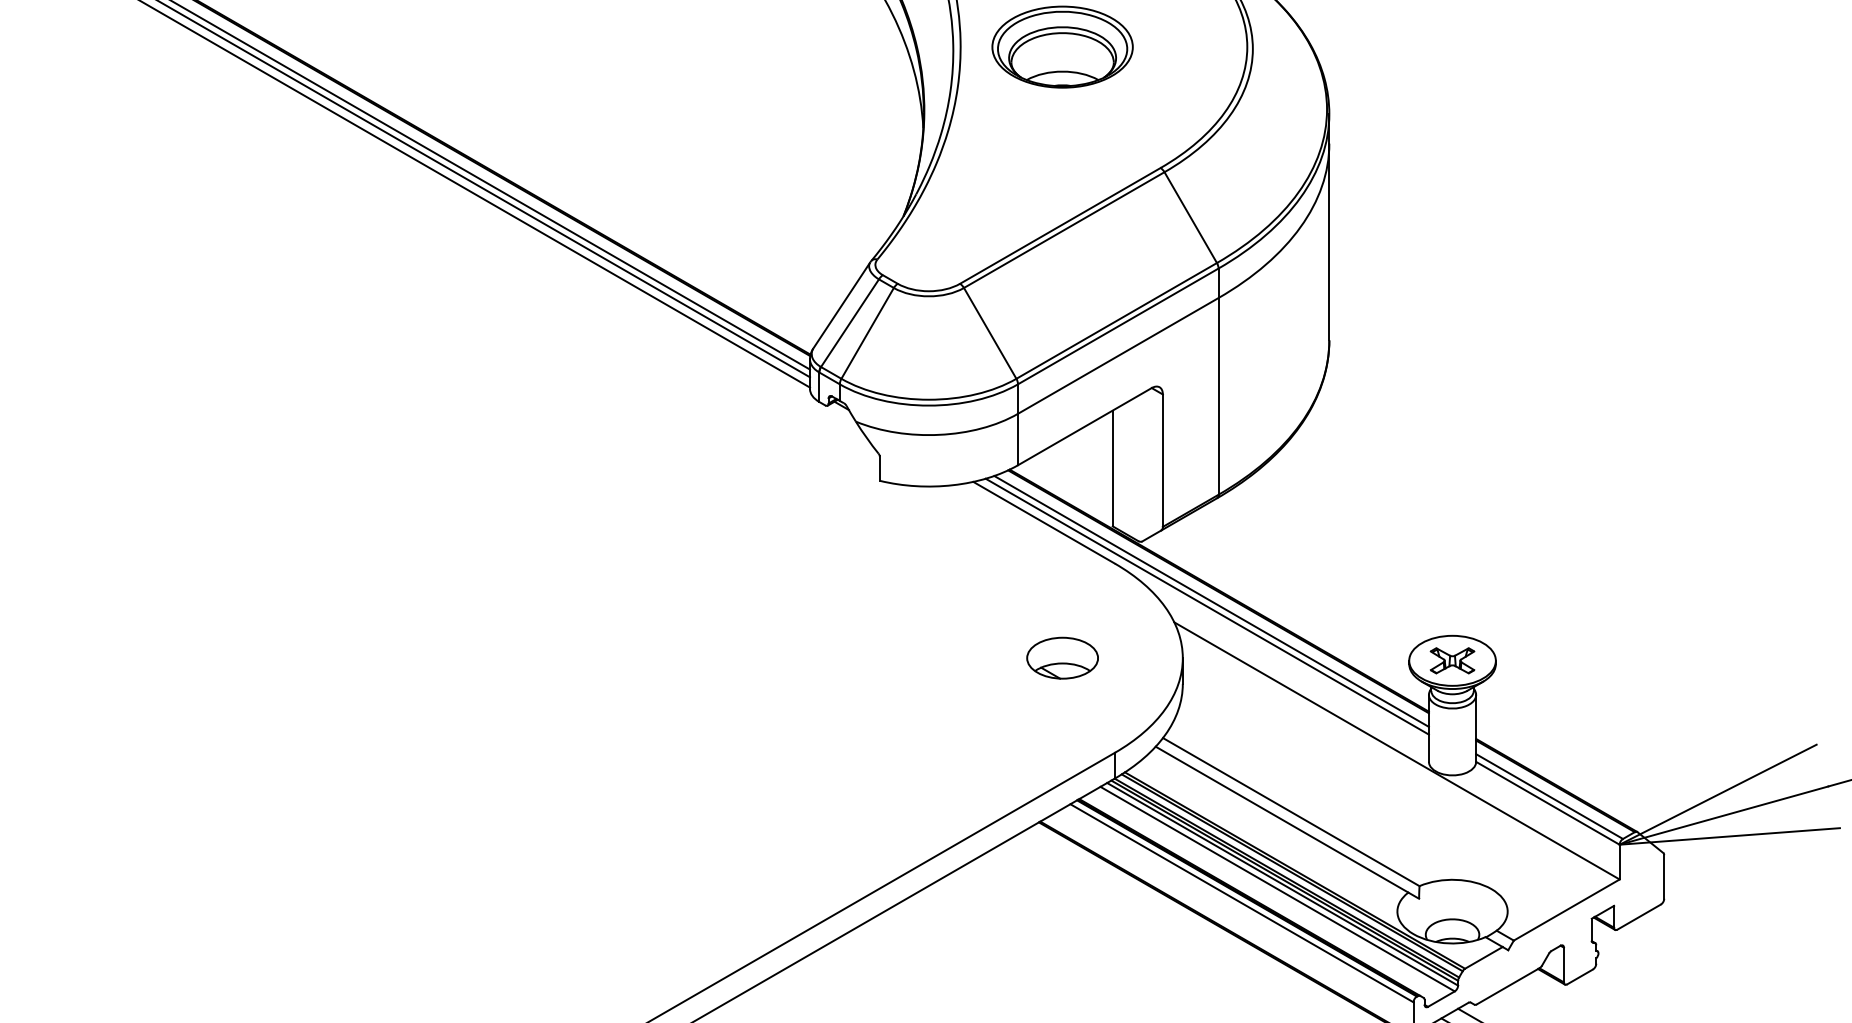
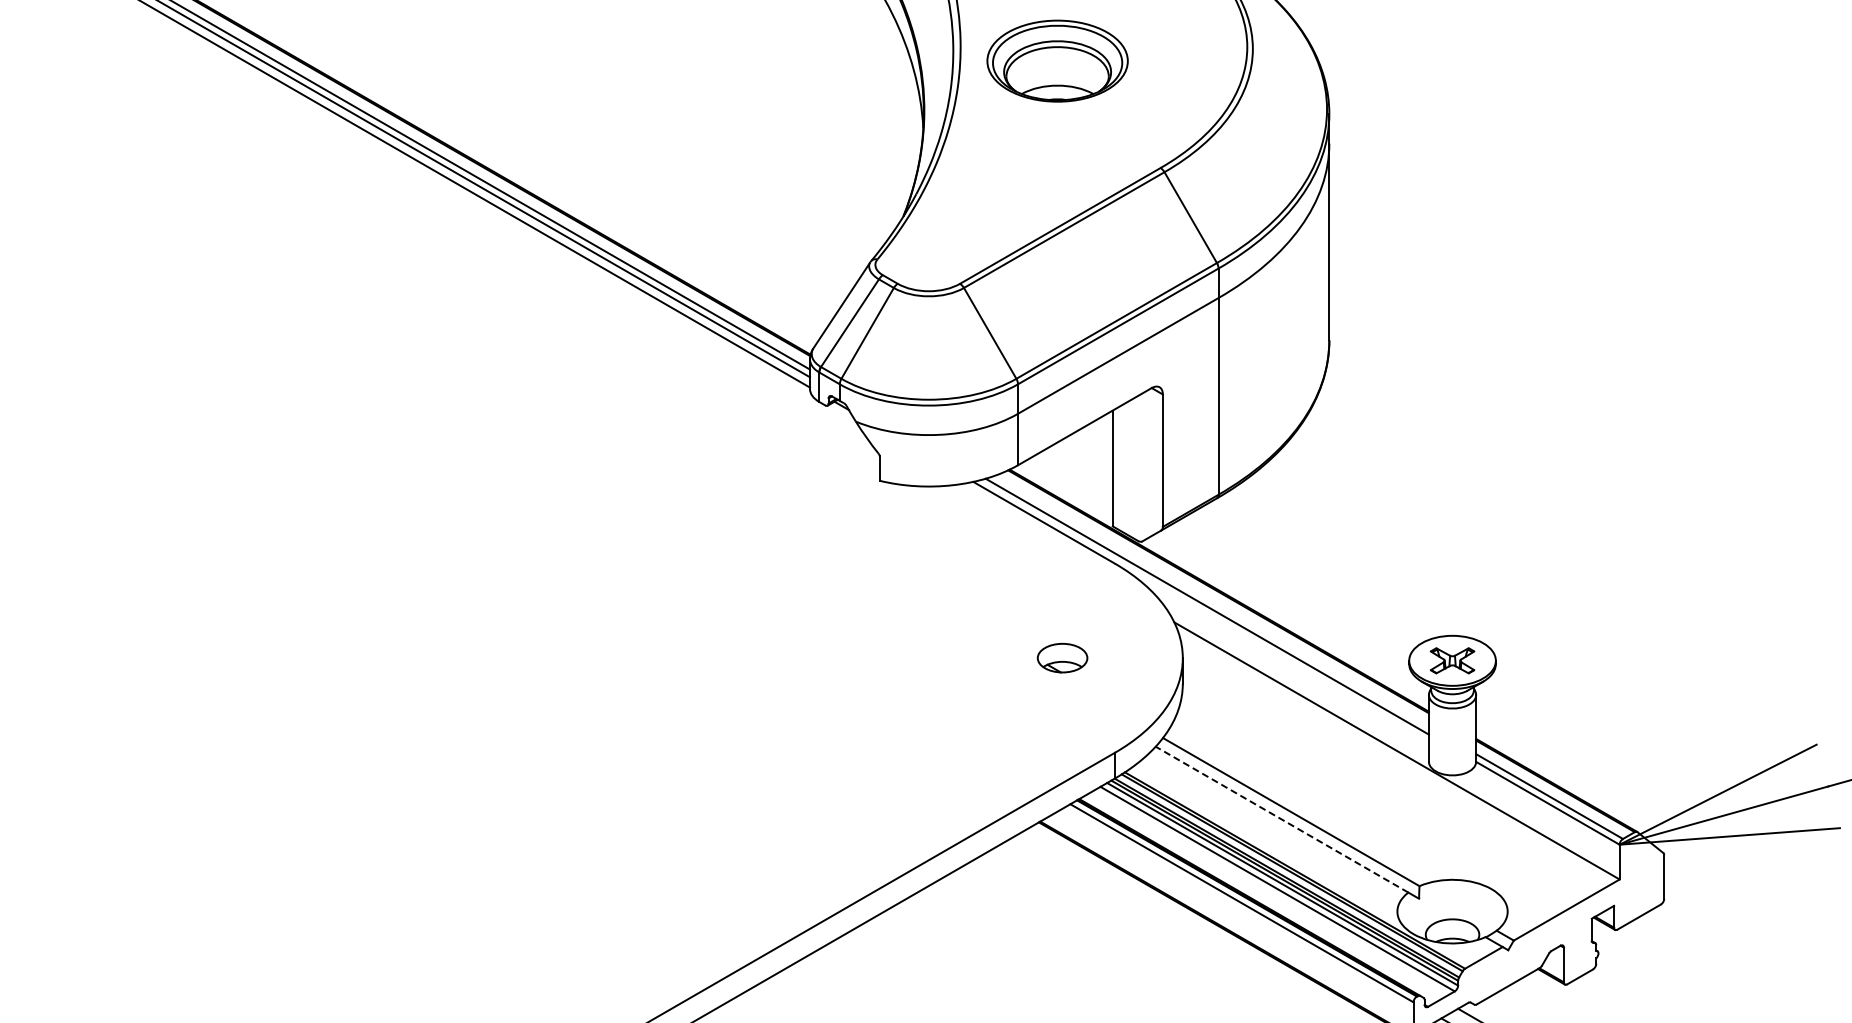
part at (1062, 46) position: (1062, 46) -> (1057, 60)
line at (1211, 601): present -> none
part at (1062, 657) size: 73x44 px -> 53x32 px
line at (1282, 819): solid -> dashed
